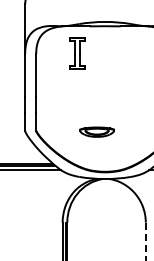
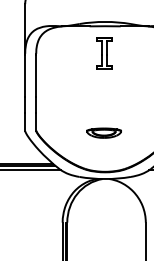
part at (77, 53) position: (77, 53) -> (104, 53)
part at (96, 131) position: (96, 131) -> (103, 132)
line at (145, 241): dashed -> solid
